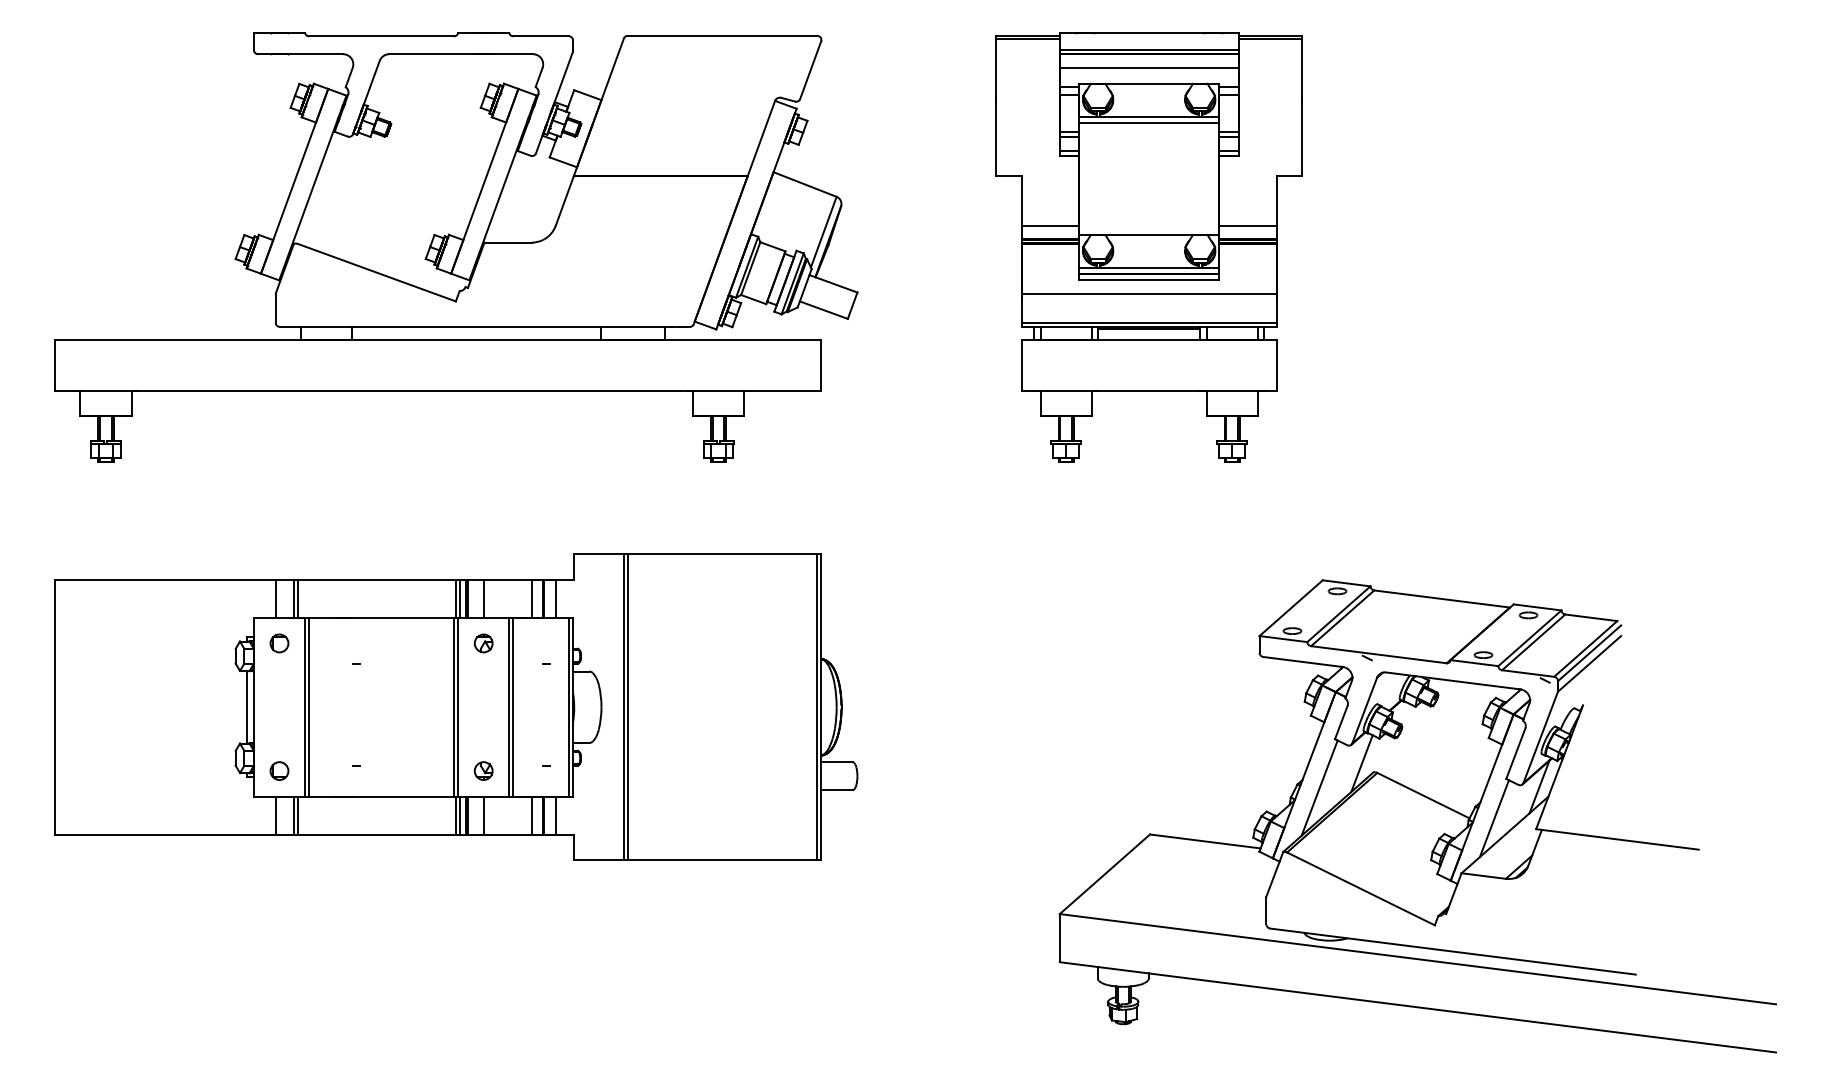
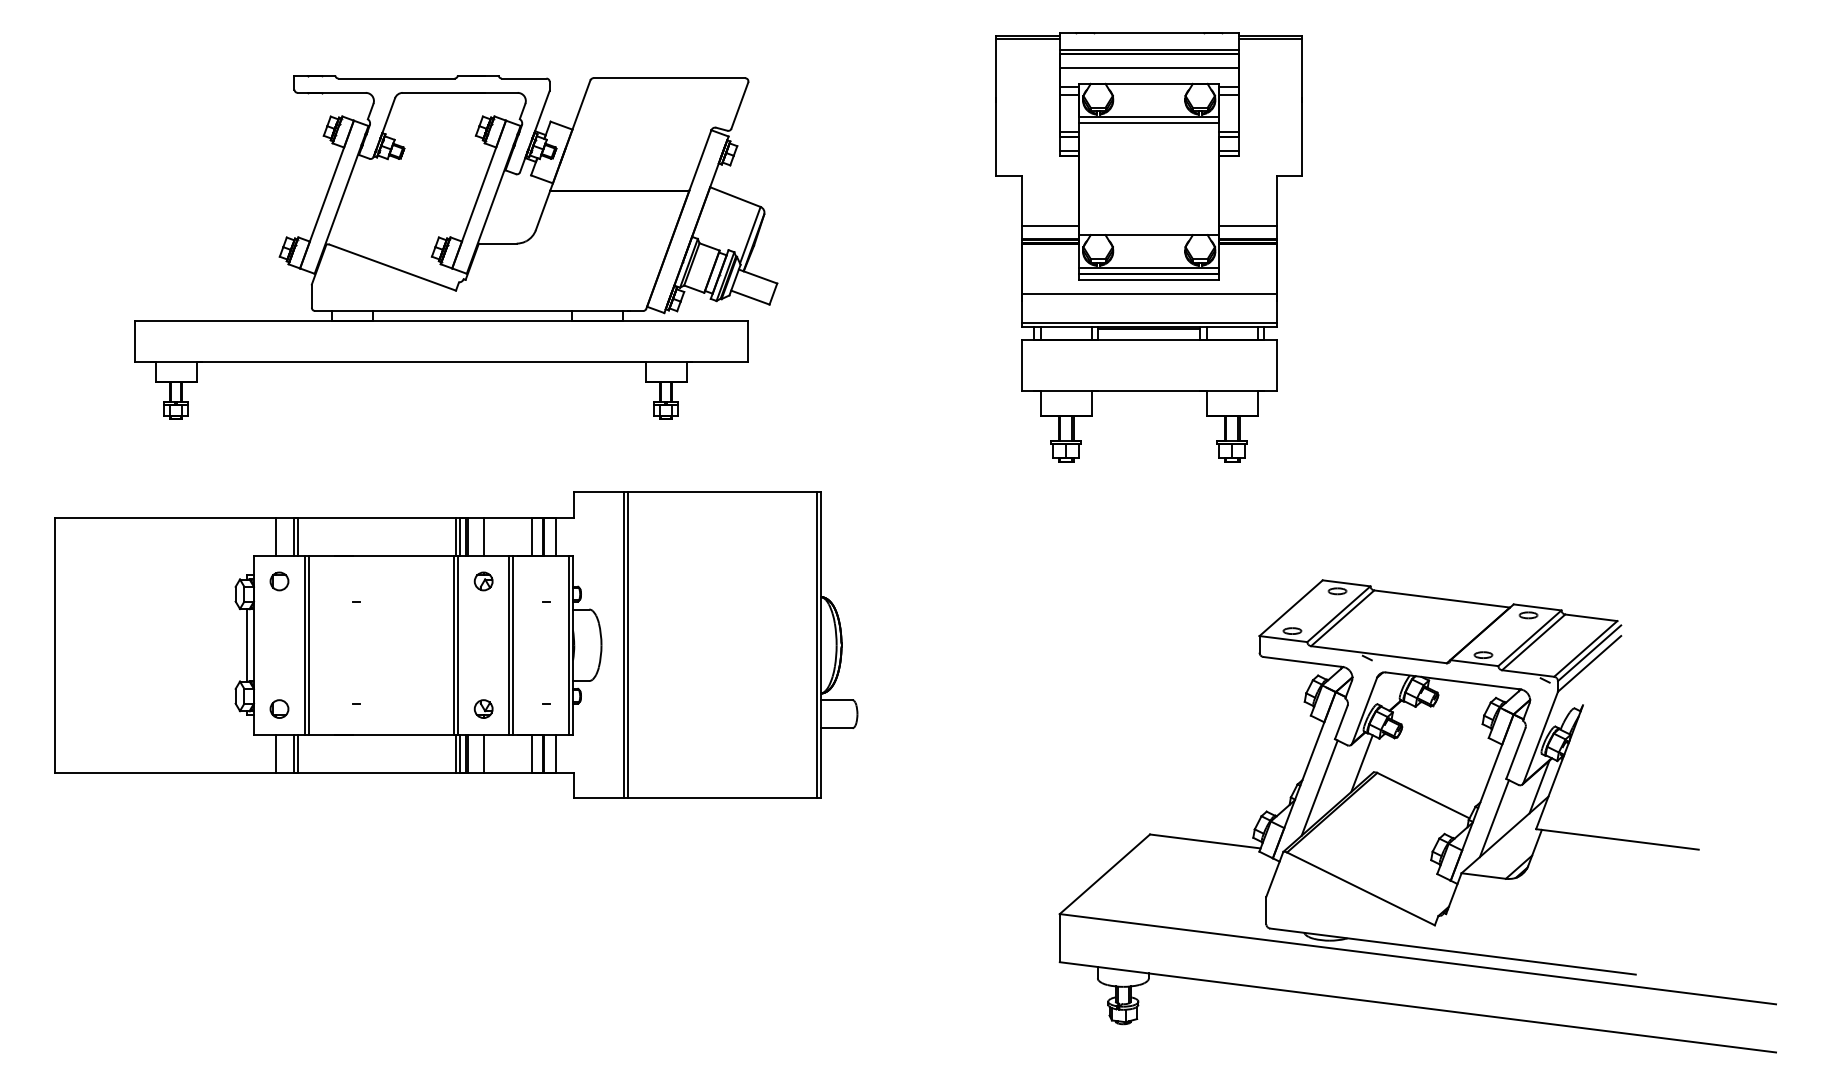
part at (456, 247) size: 805x431 px -> 645x345 px
part at (456, 706) position: (456, 706) -> (456, 644)
